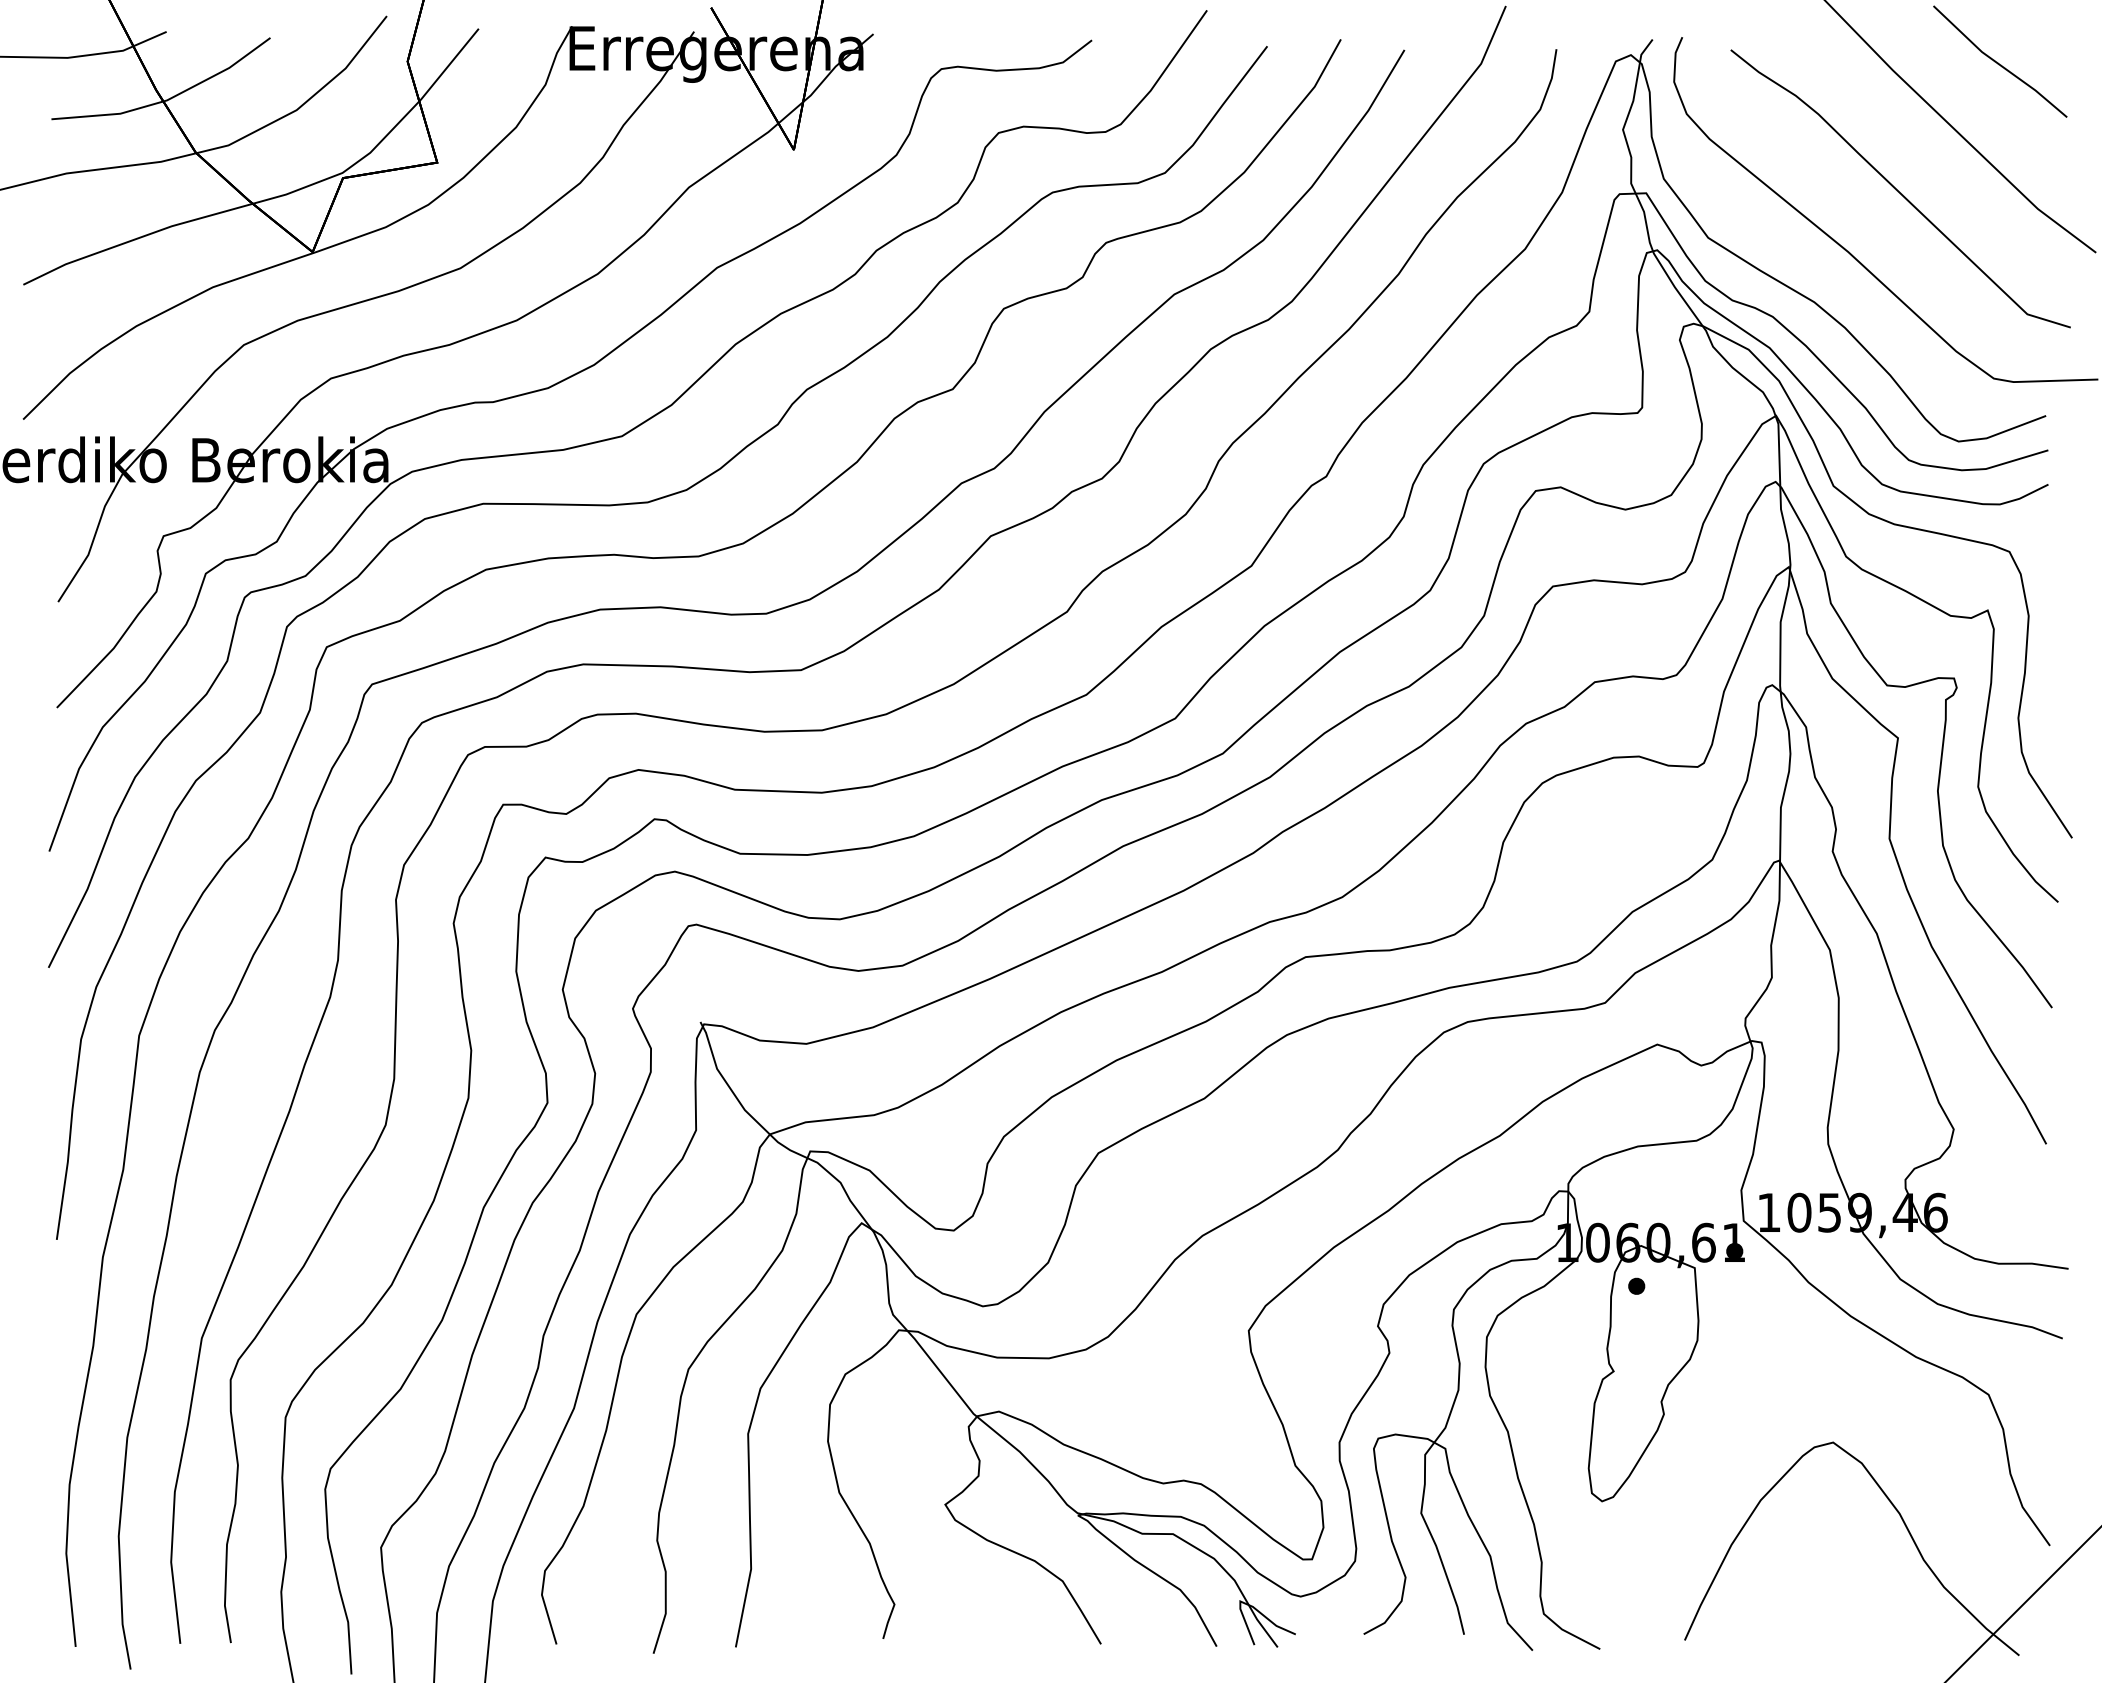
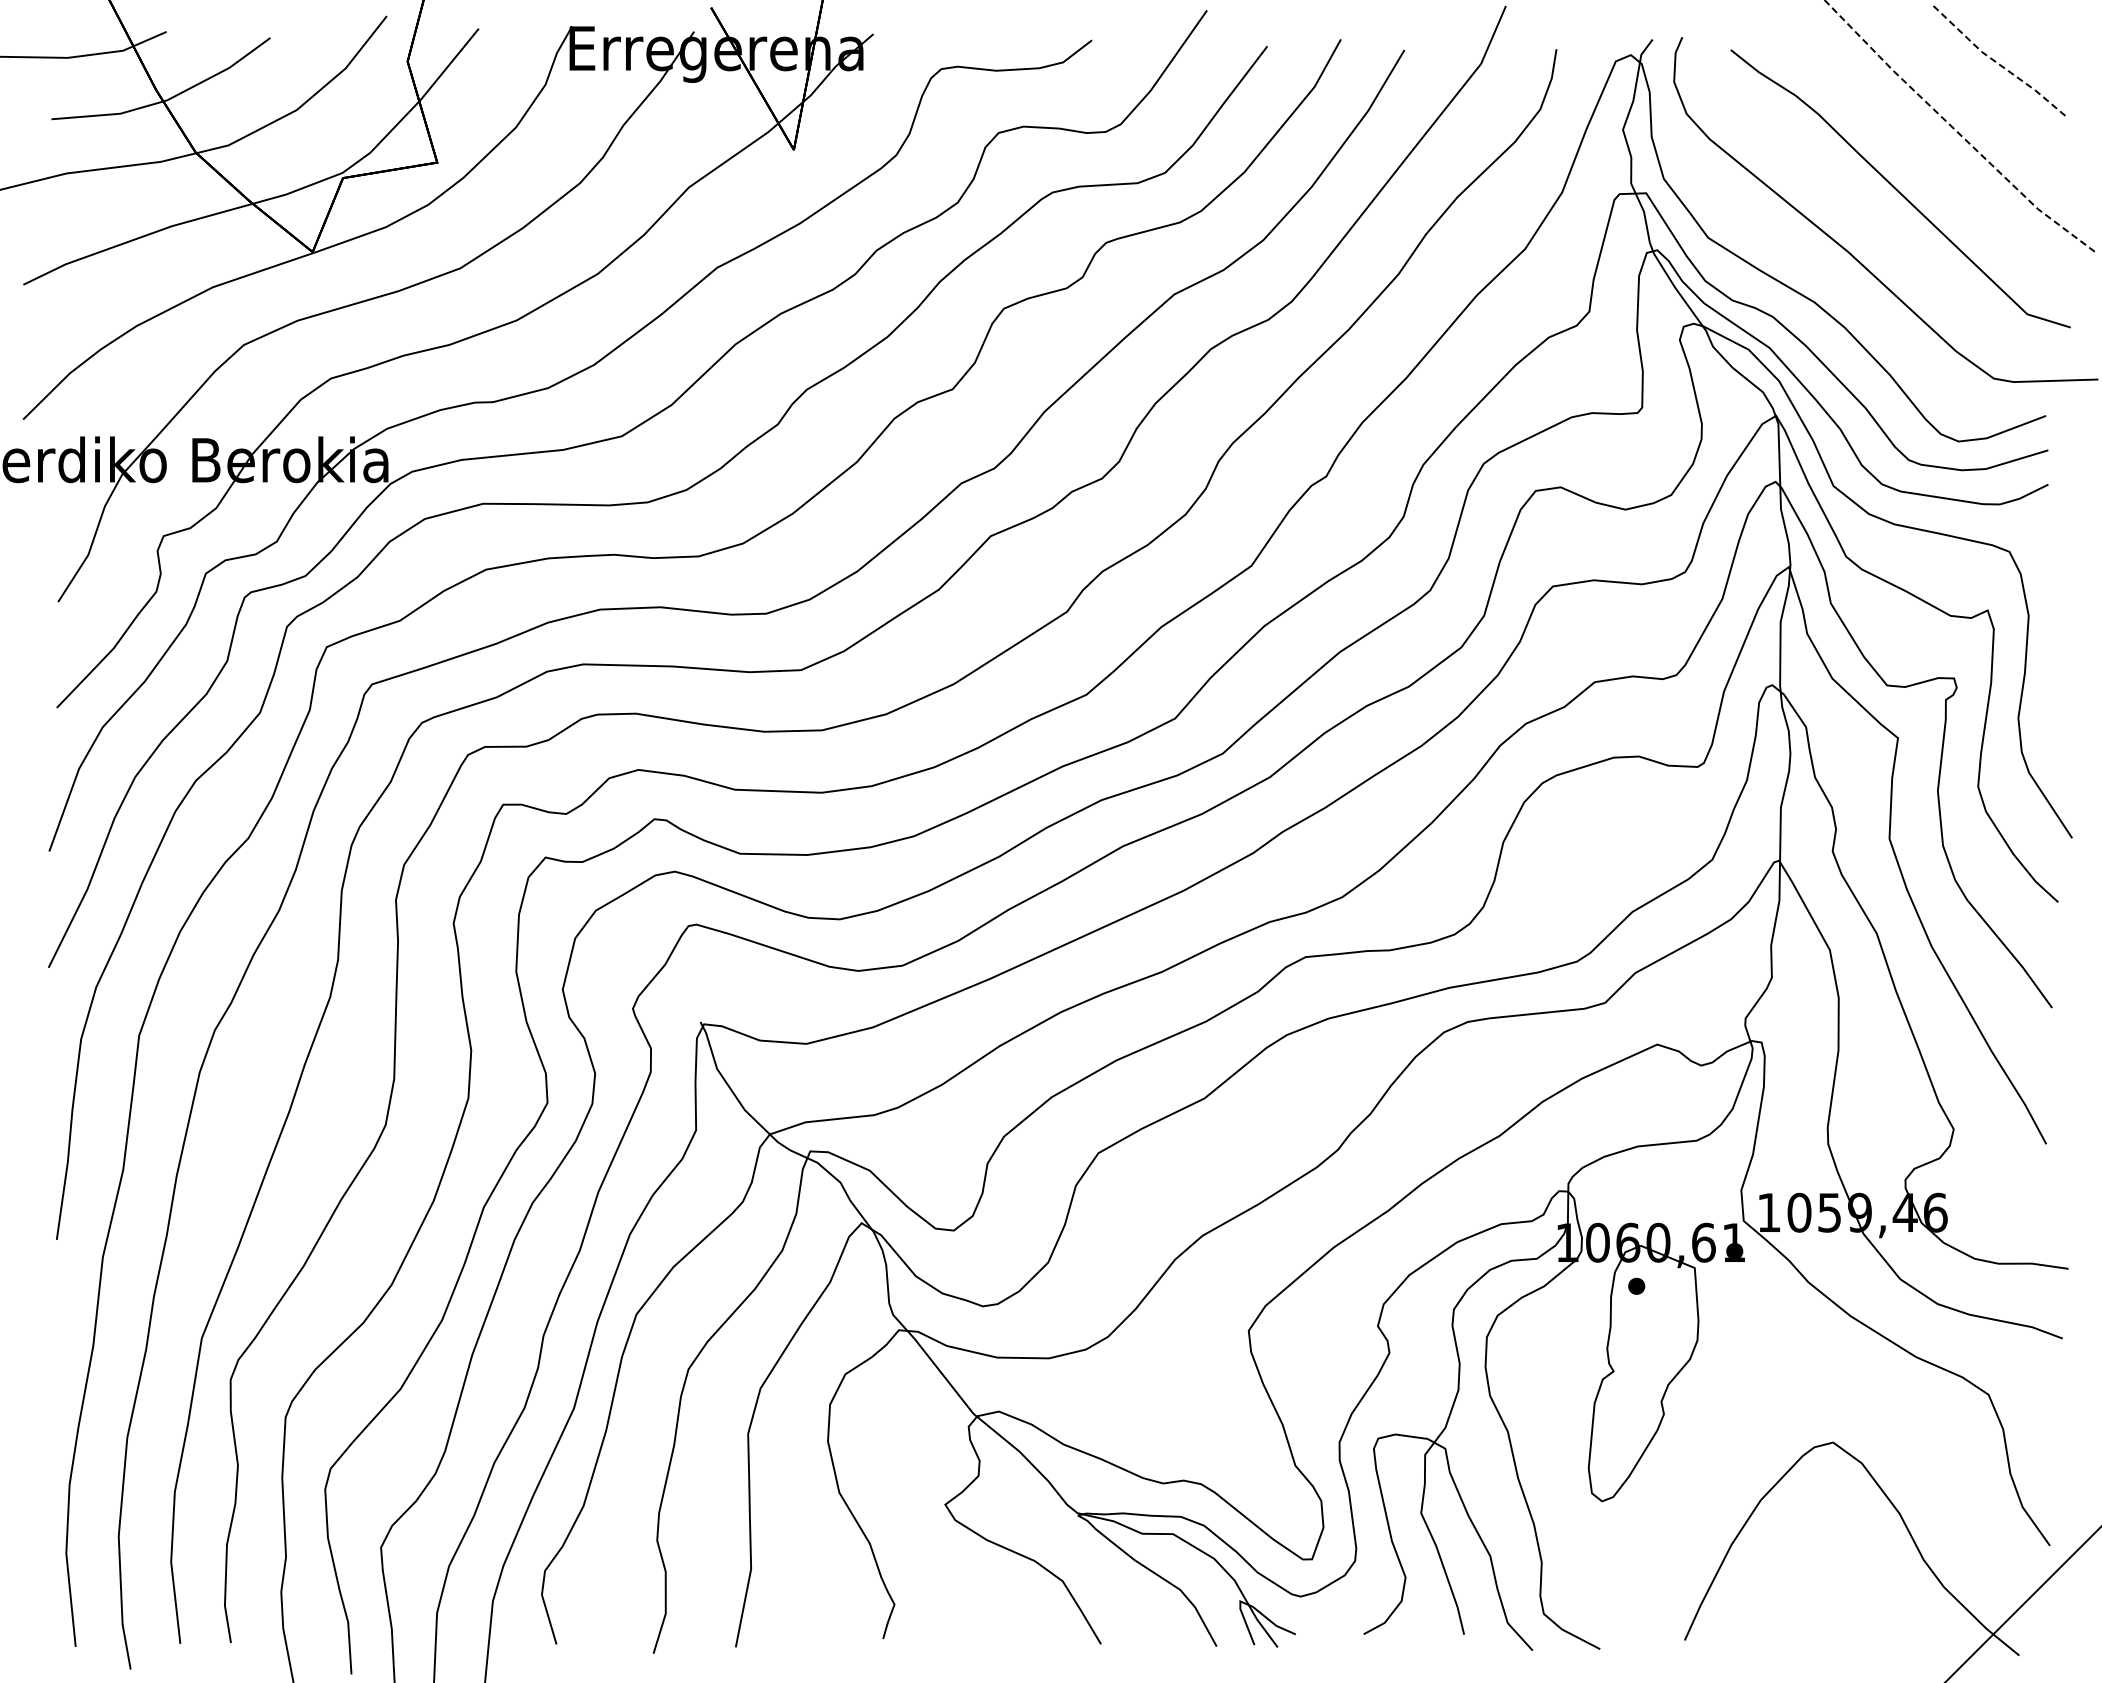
line at (1999, 64): solid -> dashed
line at (1956, 131): solid -> dashed
